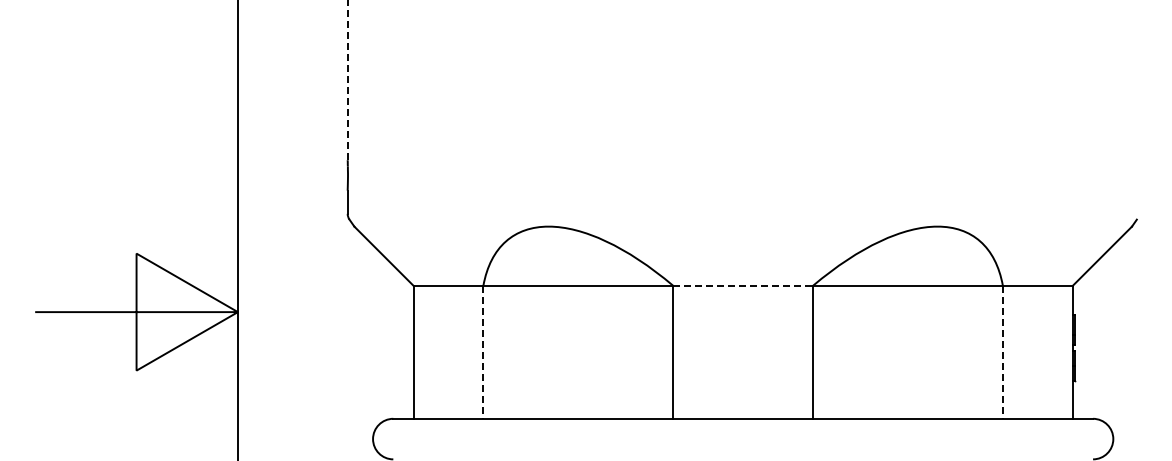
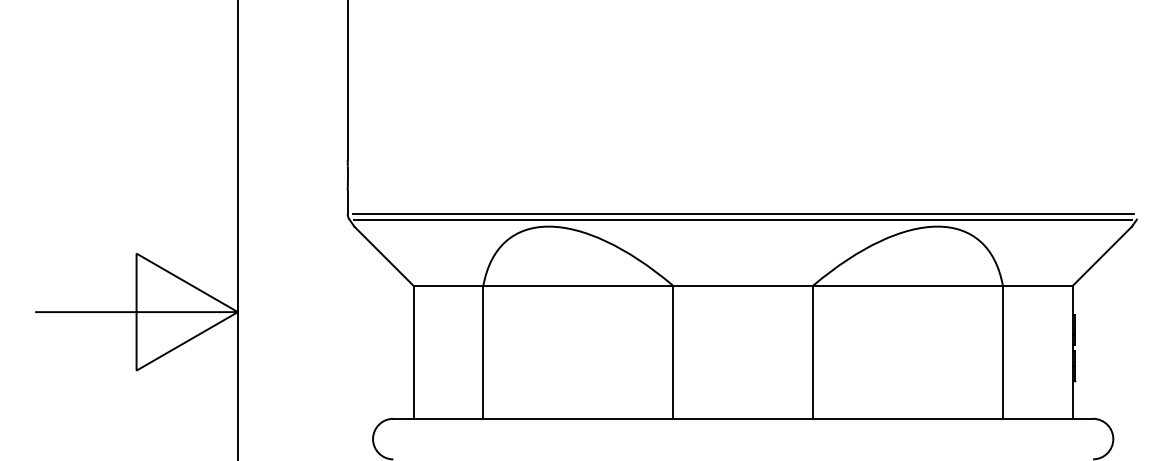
line at (347, 80): dashed -> solid
line at (742, 213): none -> present
line at (742, 219): none -> present
line at (743, 285): dashed -> solid
line at (483, 352): dashed -> solid
line at (1002, 352): dashed -> solid
